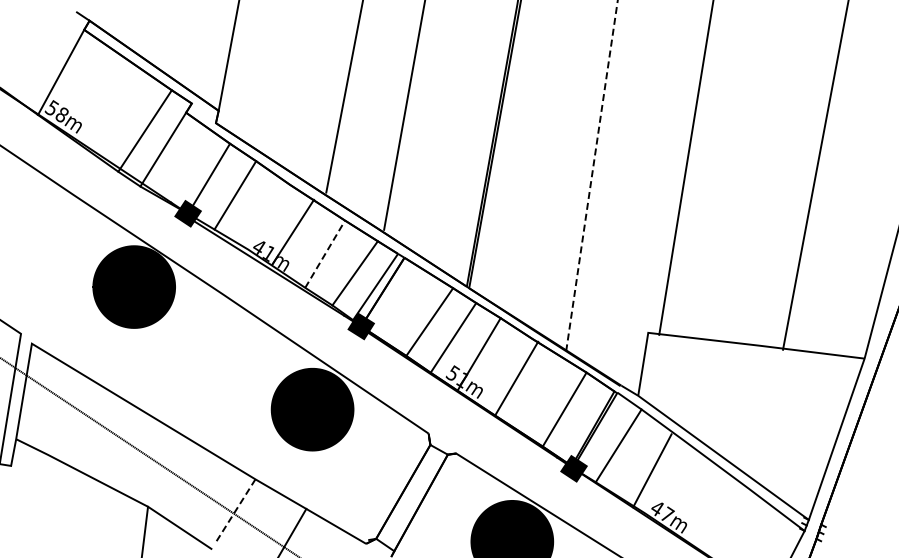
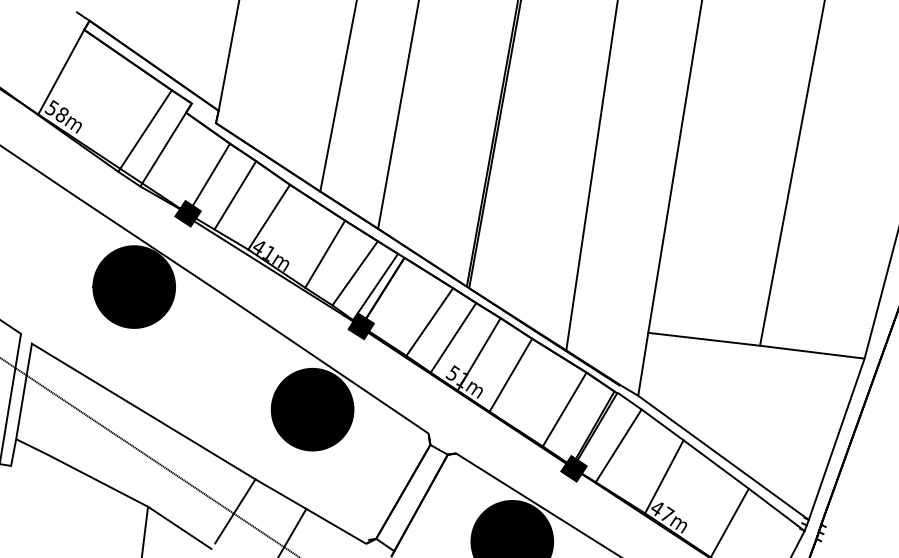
line at (344, 97) position: (344, 97) -> (338, 96)
line at (404, 115) position: (404, 115) -> (398, 115)
line at (686, 168) position: (686, 168) -> (674, 167)
line at (592, 175): dashed -> solid
line at (815, 175) position: (815, 175) -> (792, 173)
line at (293, 231) position: (293, 231) -> (269, 216)
line at (325, 253): dashed -> solid
line at (516, 377) position: (516, 377) -> (510, 374)
line at (652, 470) position: (652, 470) -> (664, 476)
line at (235, 511): dashed -> solid
line at (730, 521): none -> present
